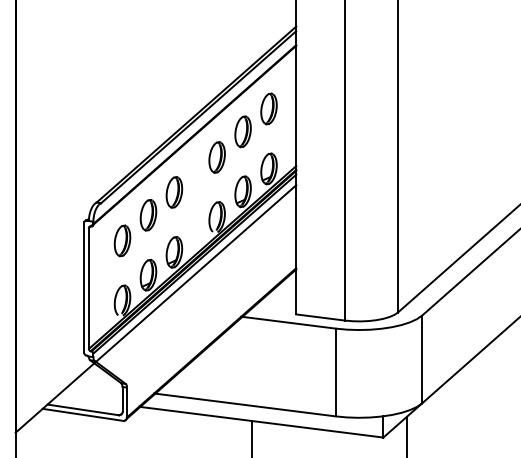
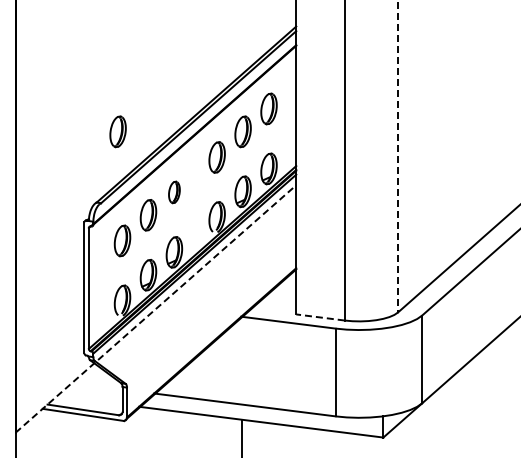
part at (117, 131): none -> present
line at (398, 156): solid -> dashed
part at (174, 192) size: 19x33 px -> 13x25 px
line at (156, 308): solid -> dashed
line at (319, 317): solid -> dashed
line at (406, 435): present -> none
line at (251, 437) position: (251, 437) -> (241, 437)
